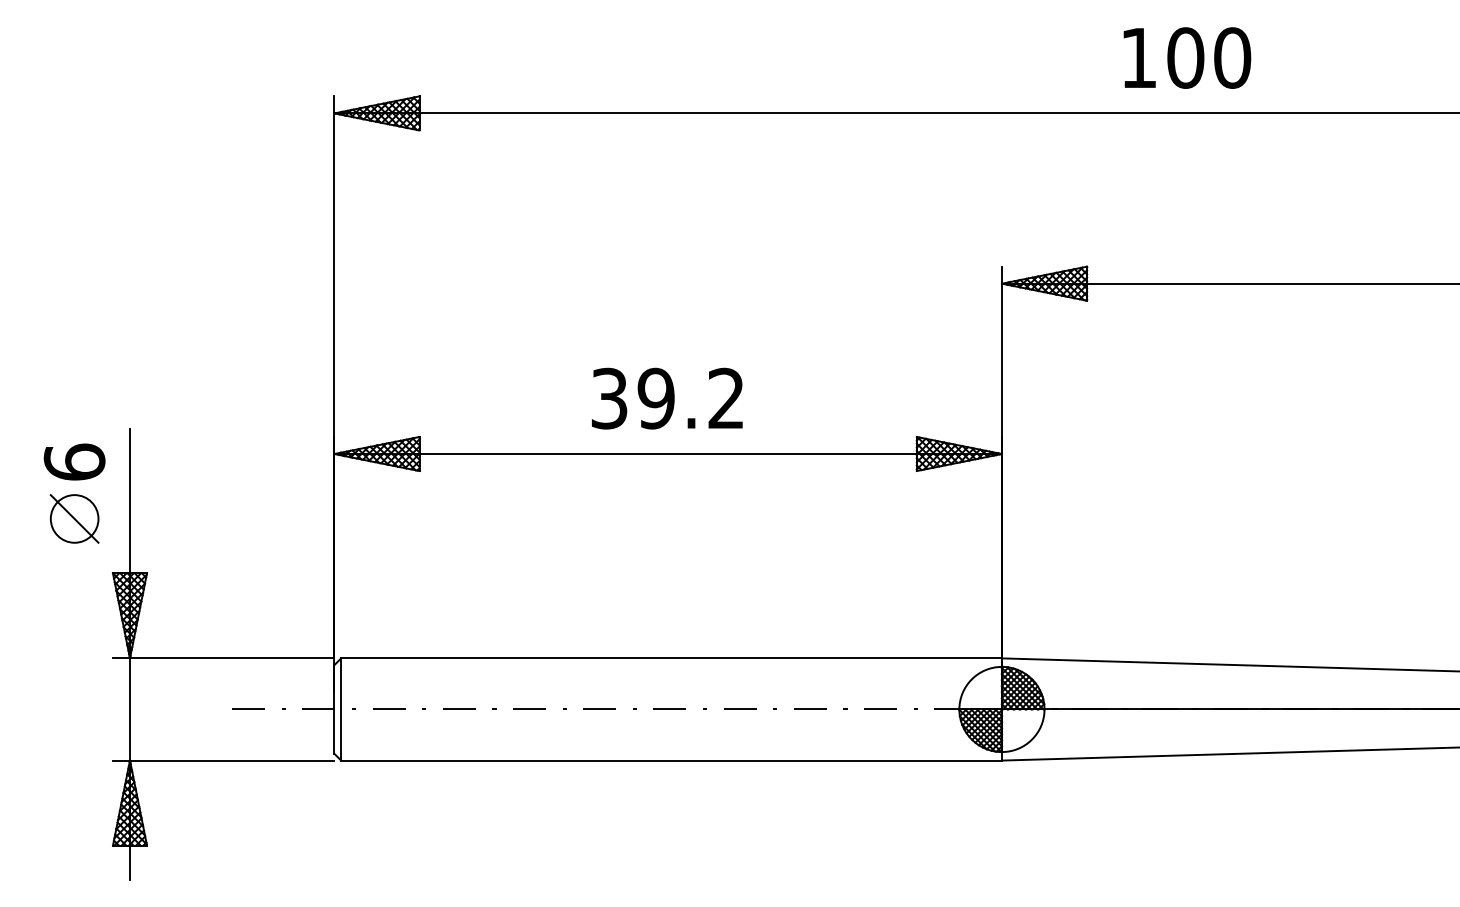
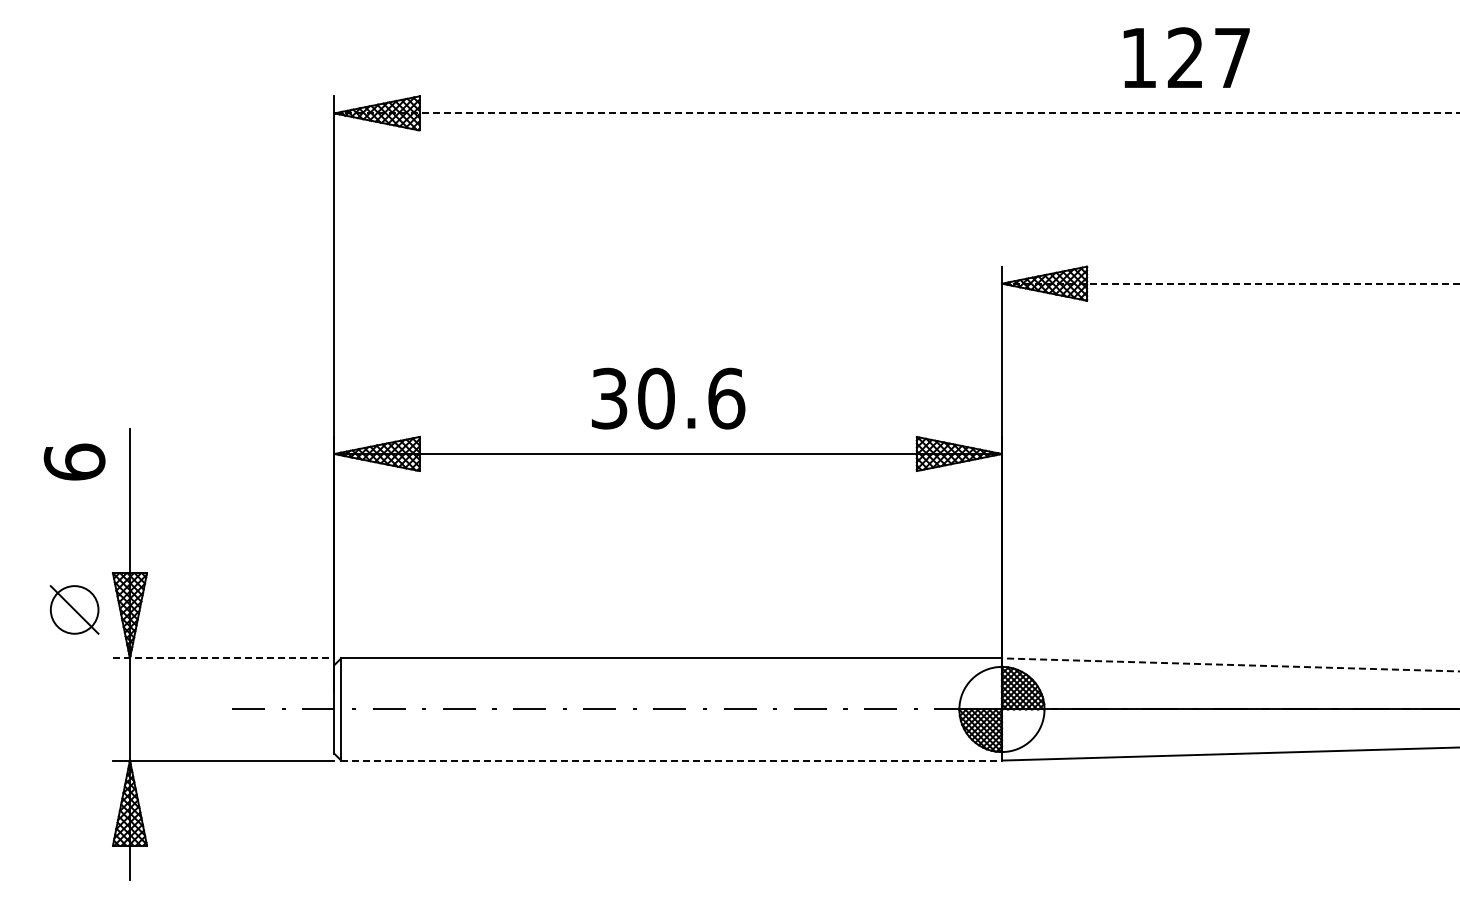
text at (1209, 57): 100 -> 127
line at (897, 113): solid -> dashed
line at (1230, 283): solid -> dashed
text at (691, 398): 39.2 -> 30.6
part at (74, 518) position: (74, 518) -> (74, 609)
line at (223, 658): solid -> dashed
line at (1230, 664): solid -> dashed
line at (672, 760): solid -> dashed
